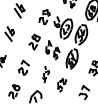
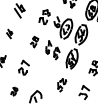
part at (9, 33) size: 11x16 px -> 8x12 px
part at (34, 41) size: 13x18 px -> 10x14 px
part at (45, 74): present -> none
part at (14, 91) size: 13x16 px -> 9x11 px
